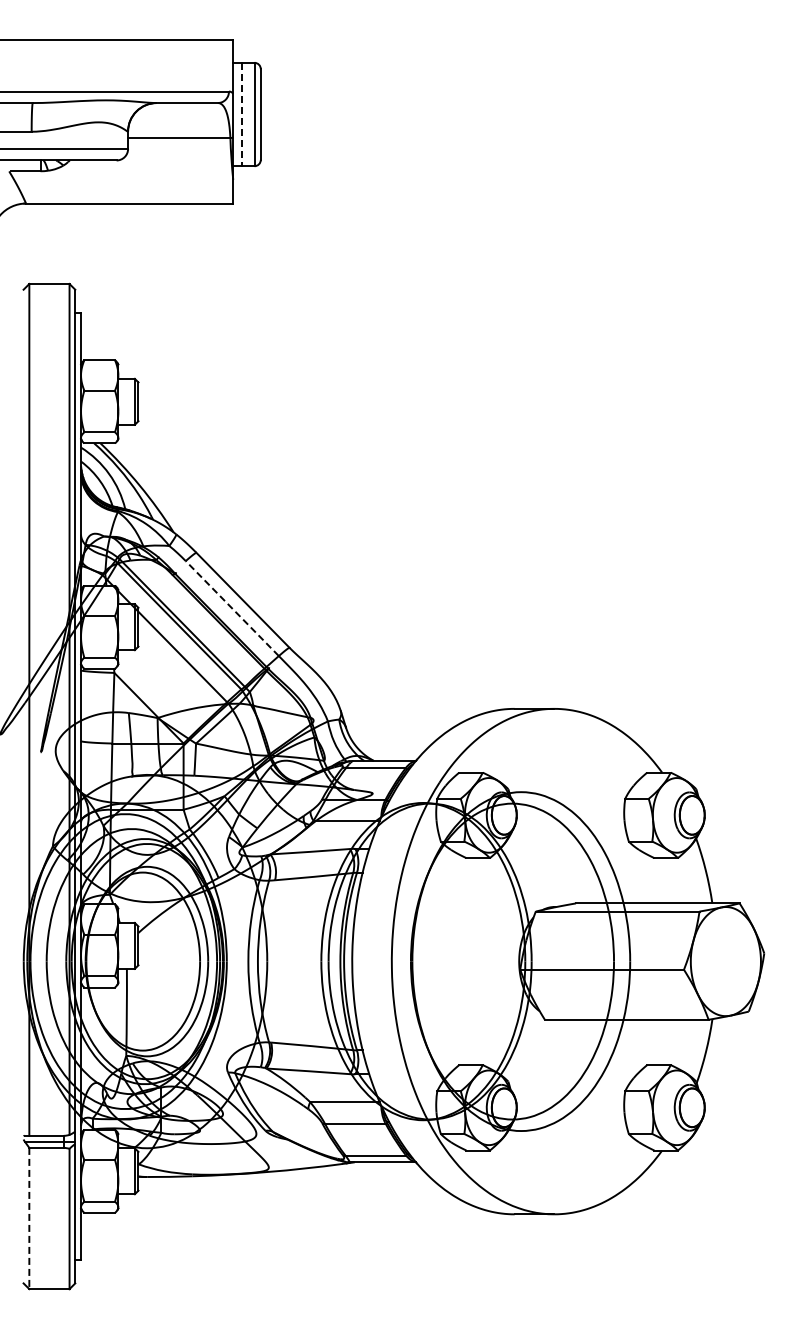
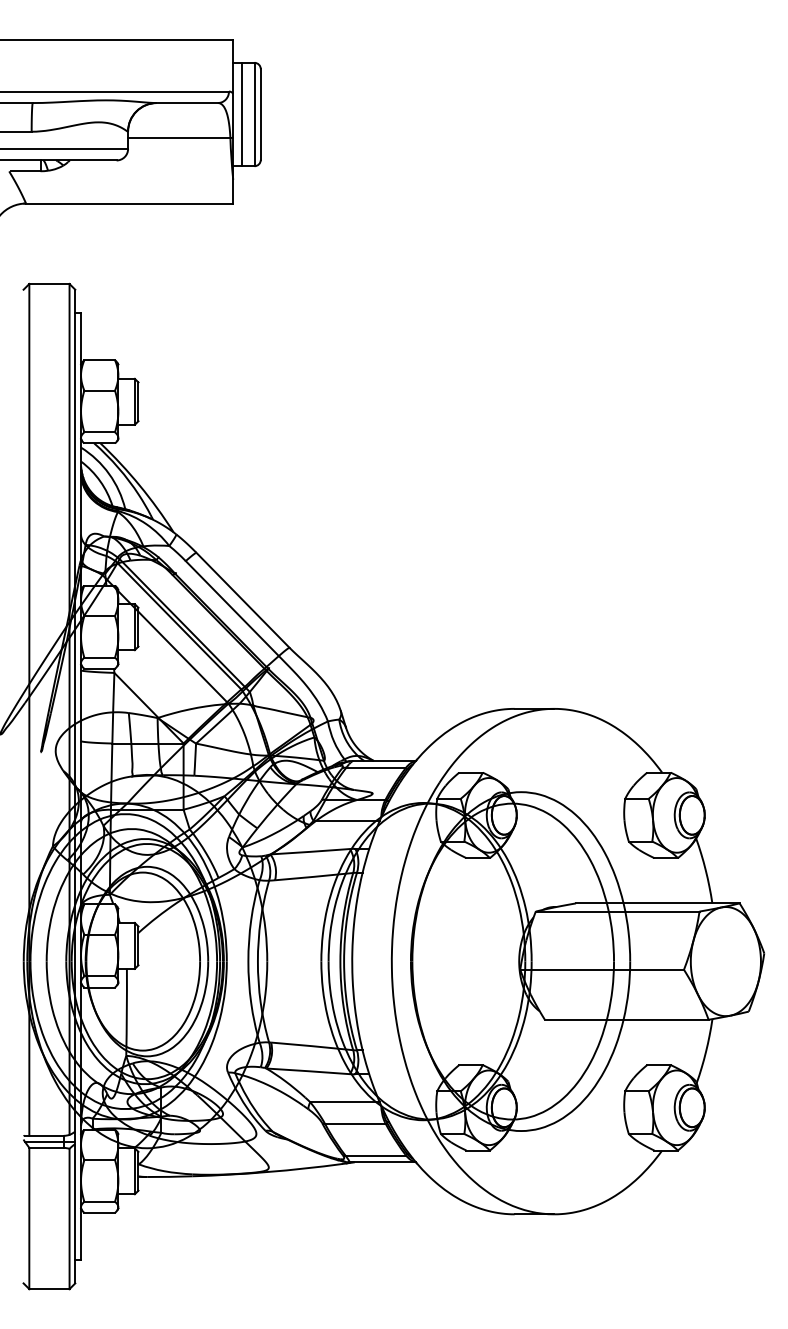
line at (241, 114): dashed -> solid
line at (231, 608): dashed -> solid
line at (29, 1218): dashed -> solid
